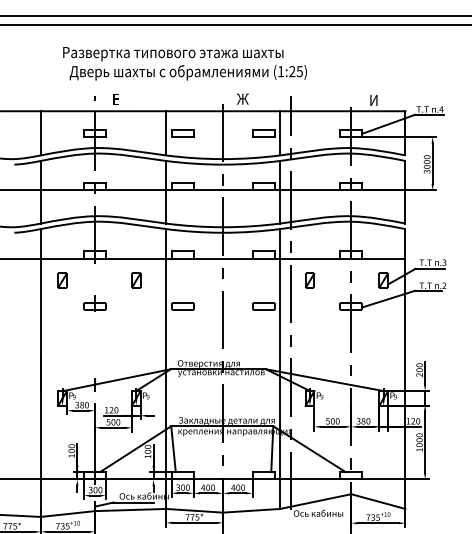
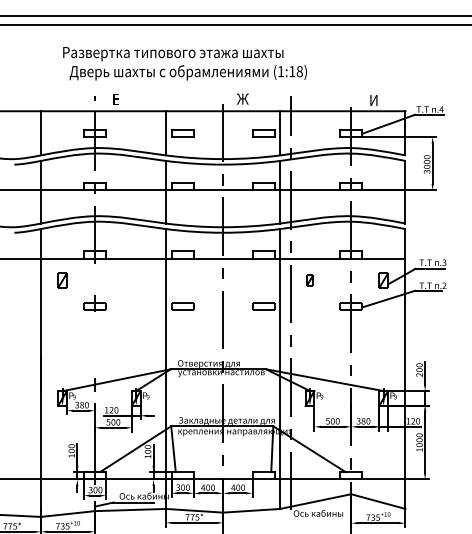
text at (295, 71): (1:25) -> (1:18)
part at (136, 280): present -> none
part at (309, 280) size: 10x17 px -> 8x13 px
